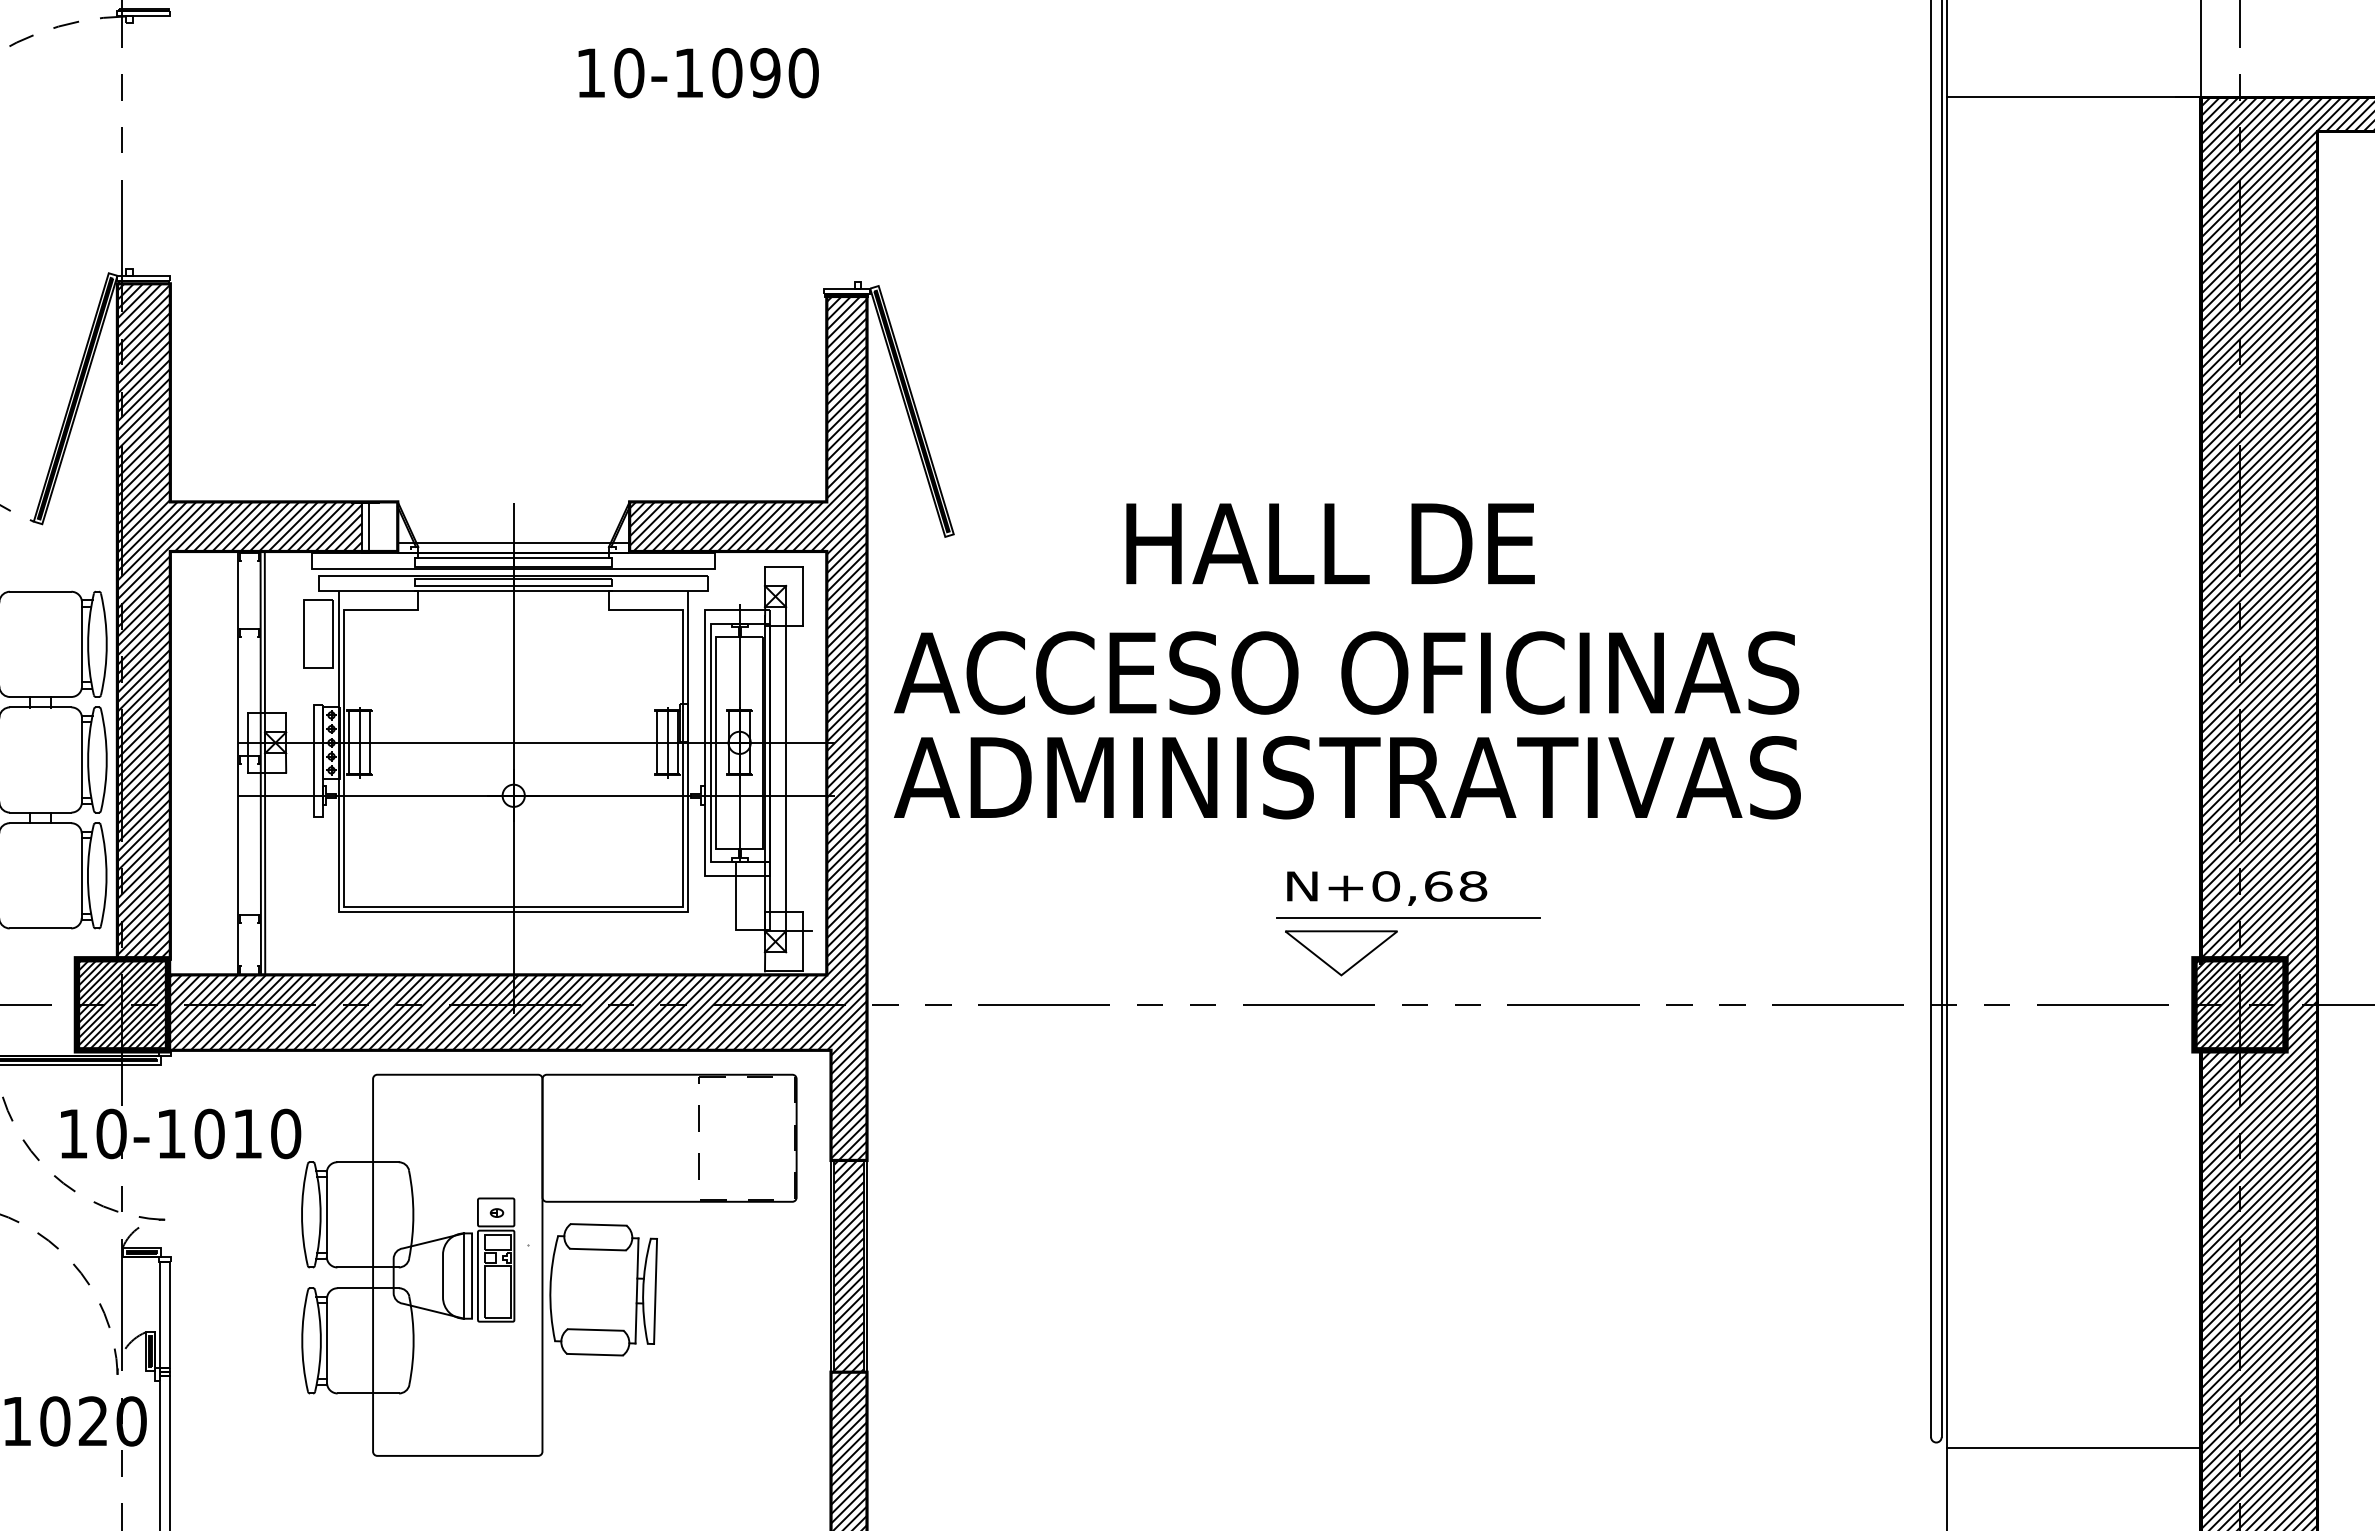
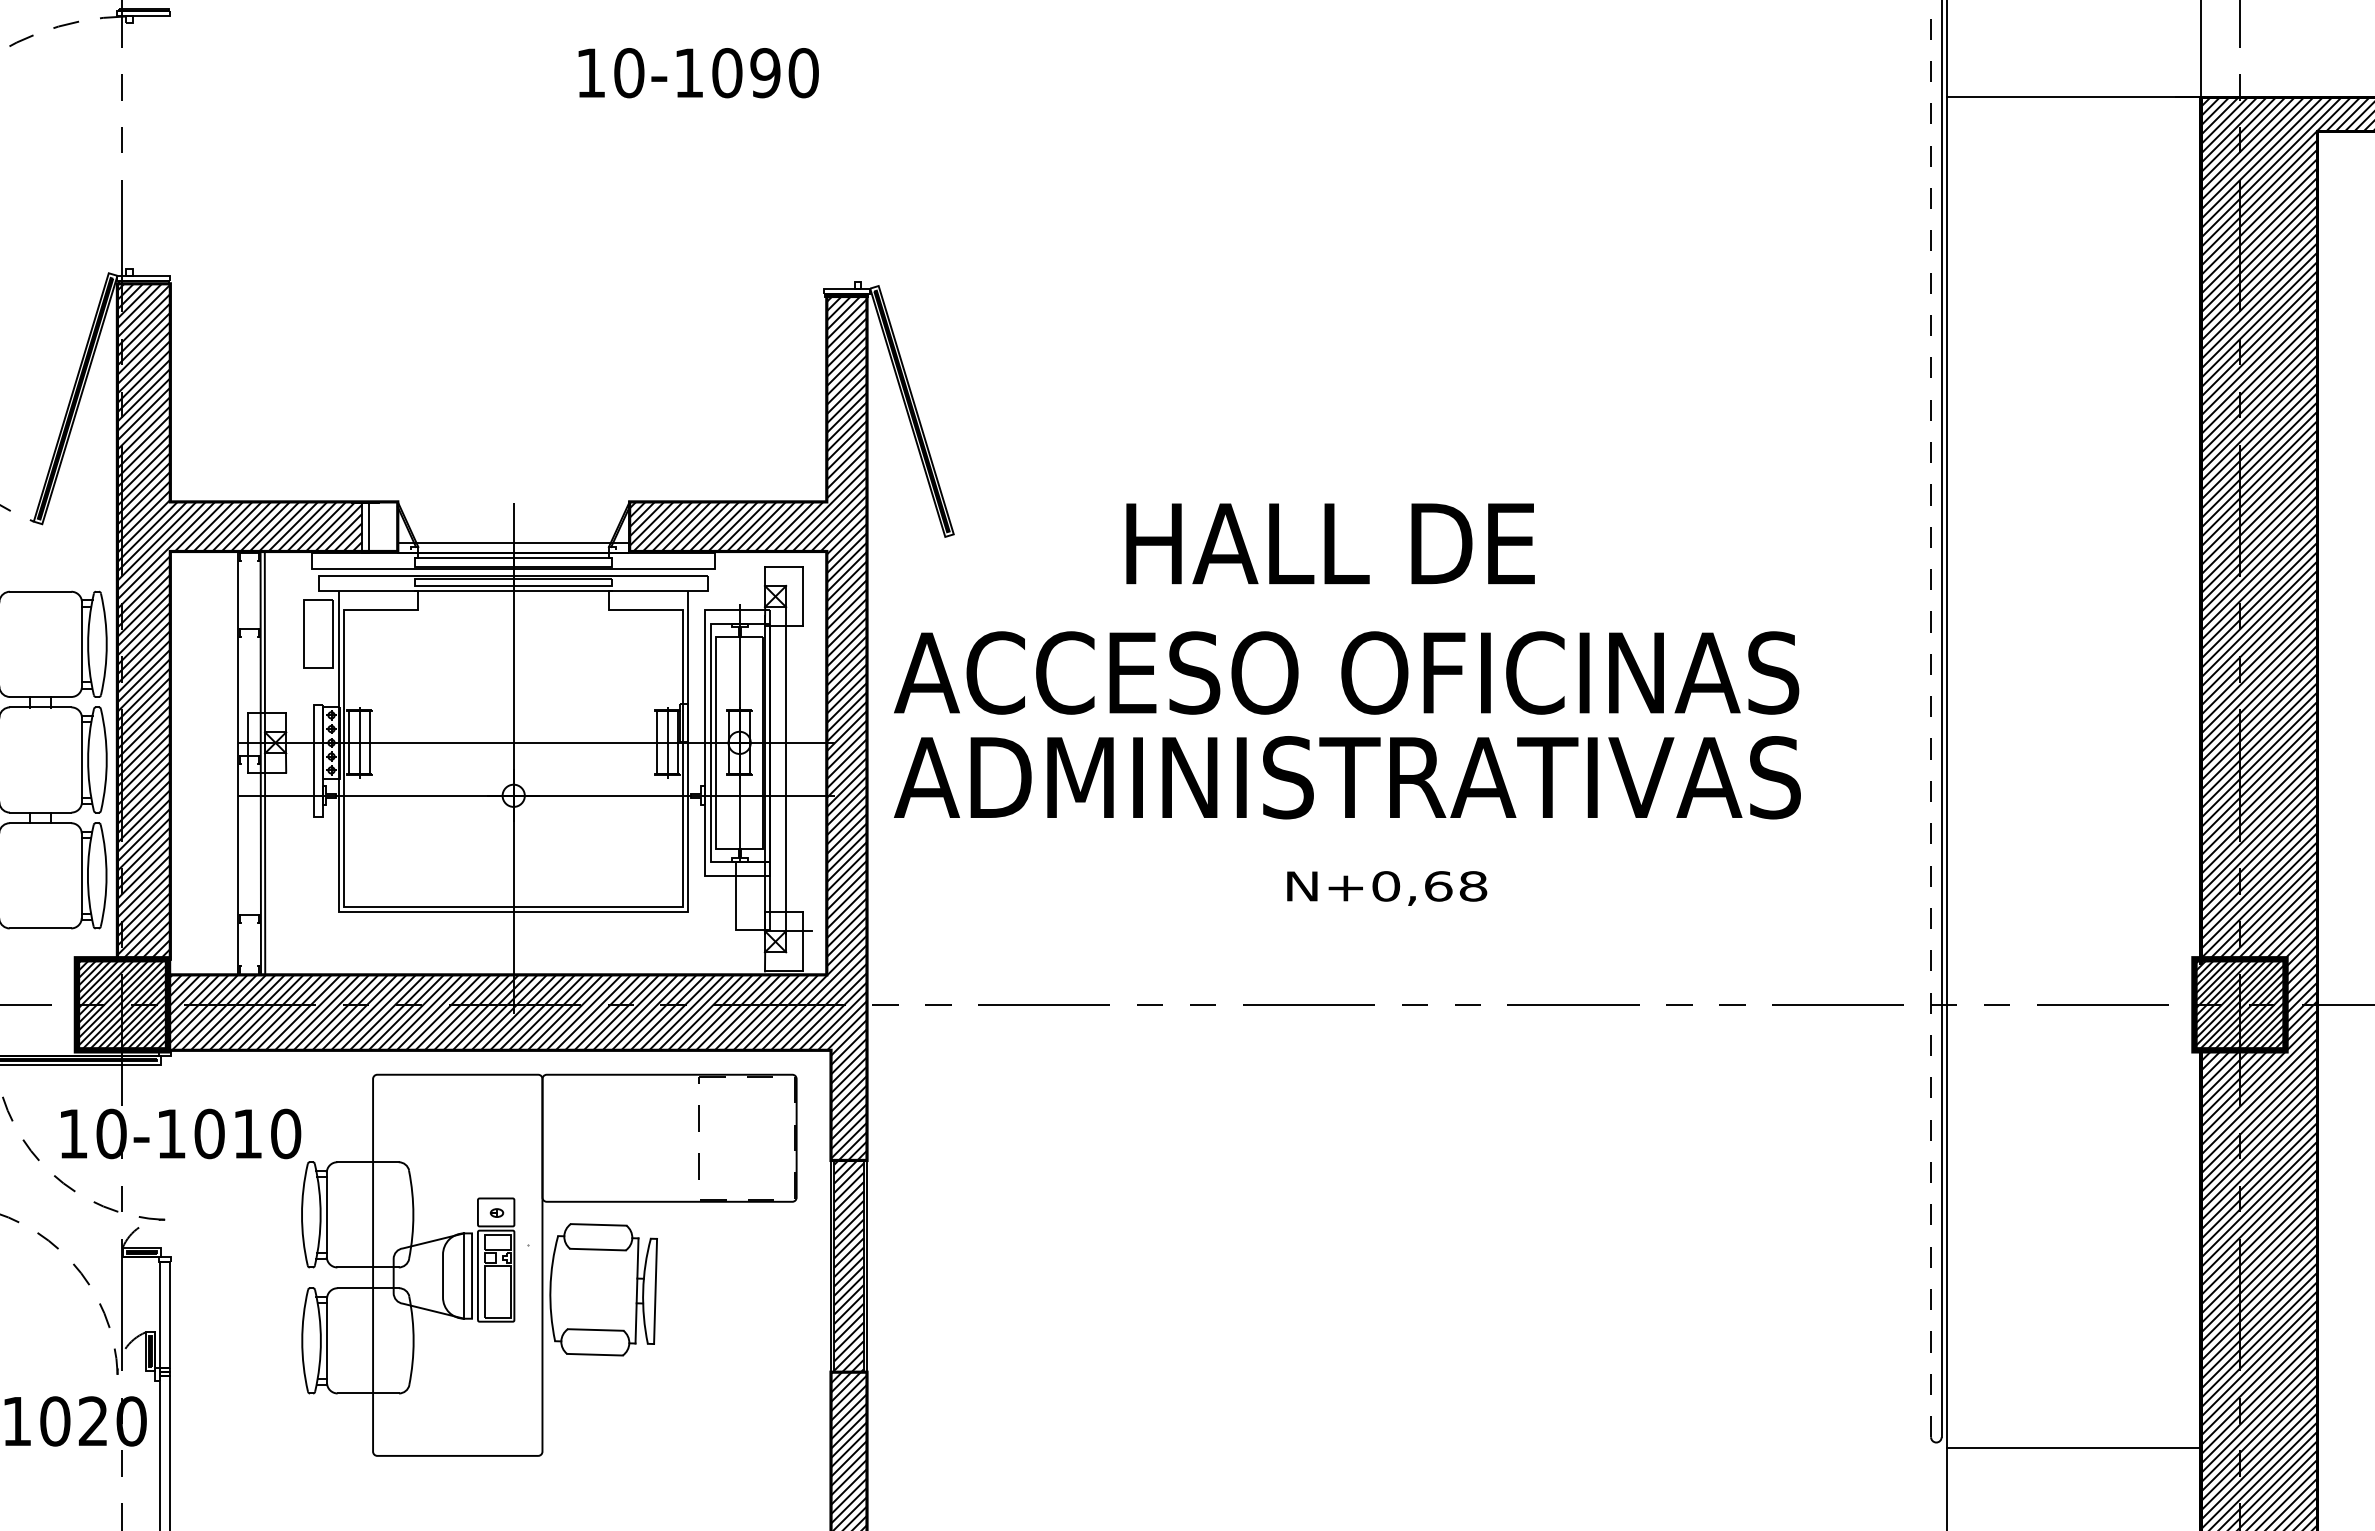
line at (1931, 718): solid -> dashed
line at (1408, 918): present -> none
part at (1341, 953): present -> none
